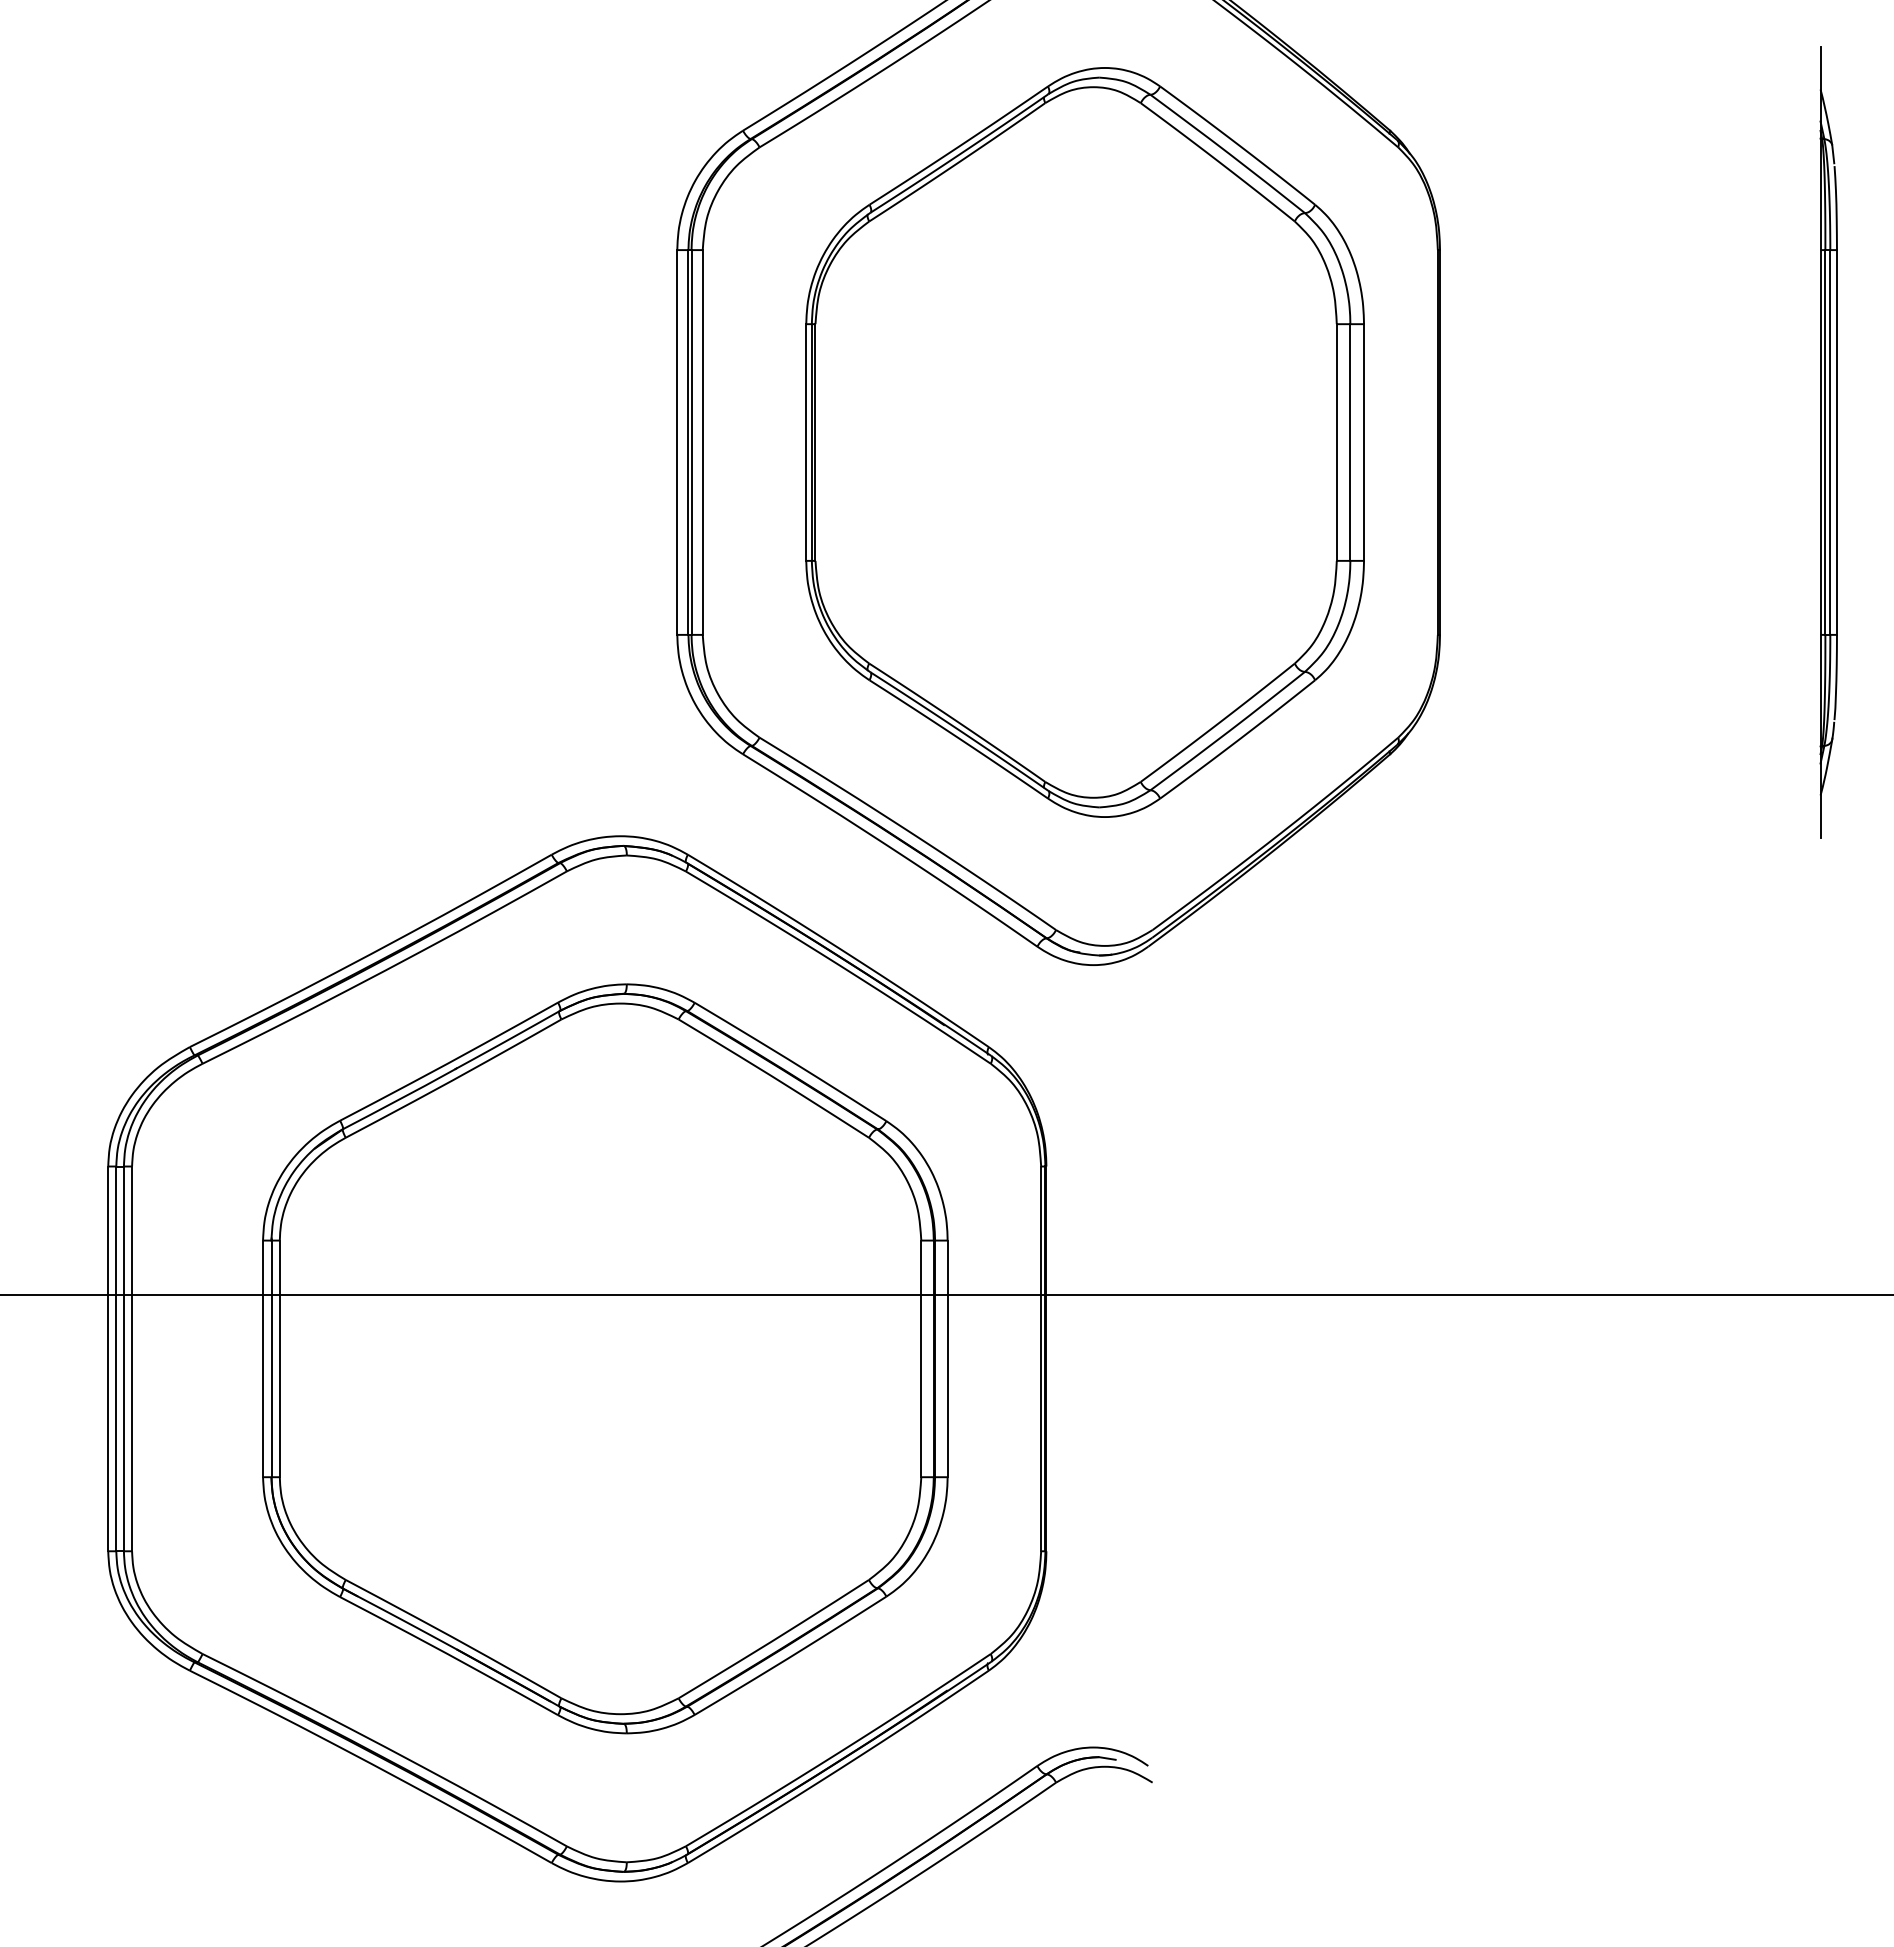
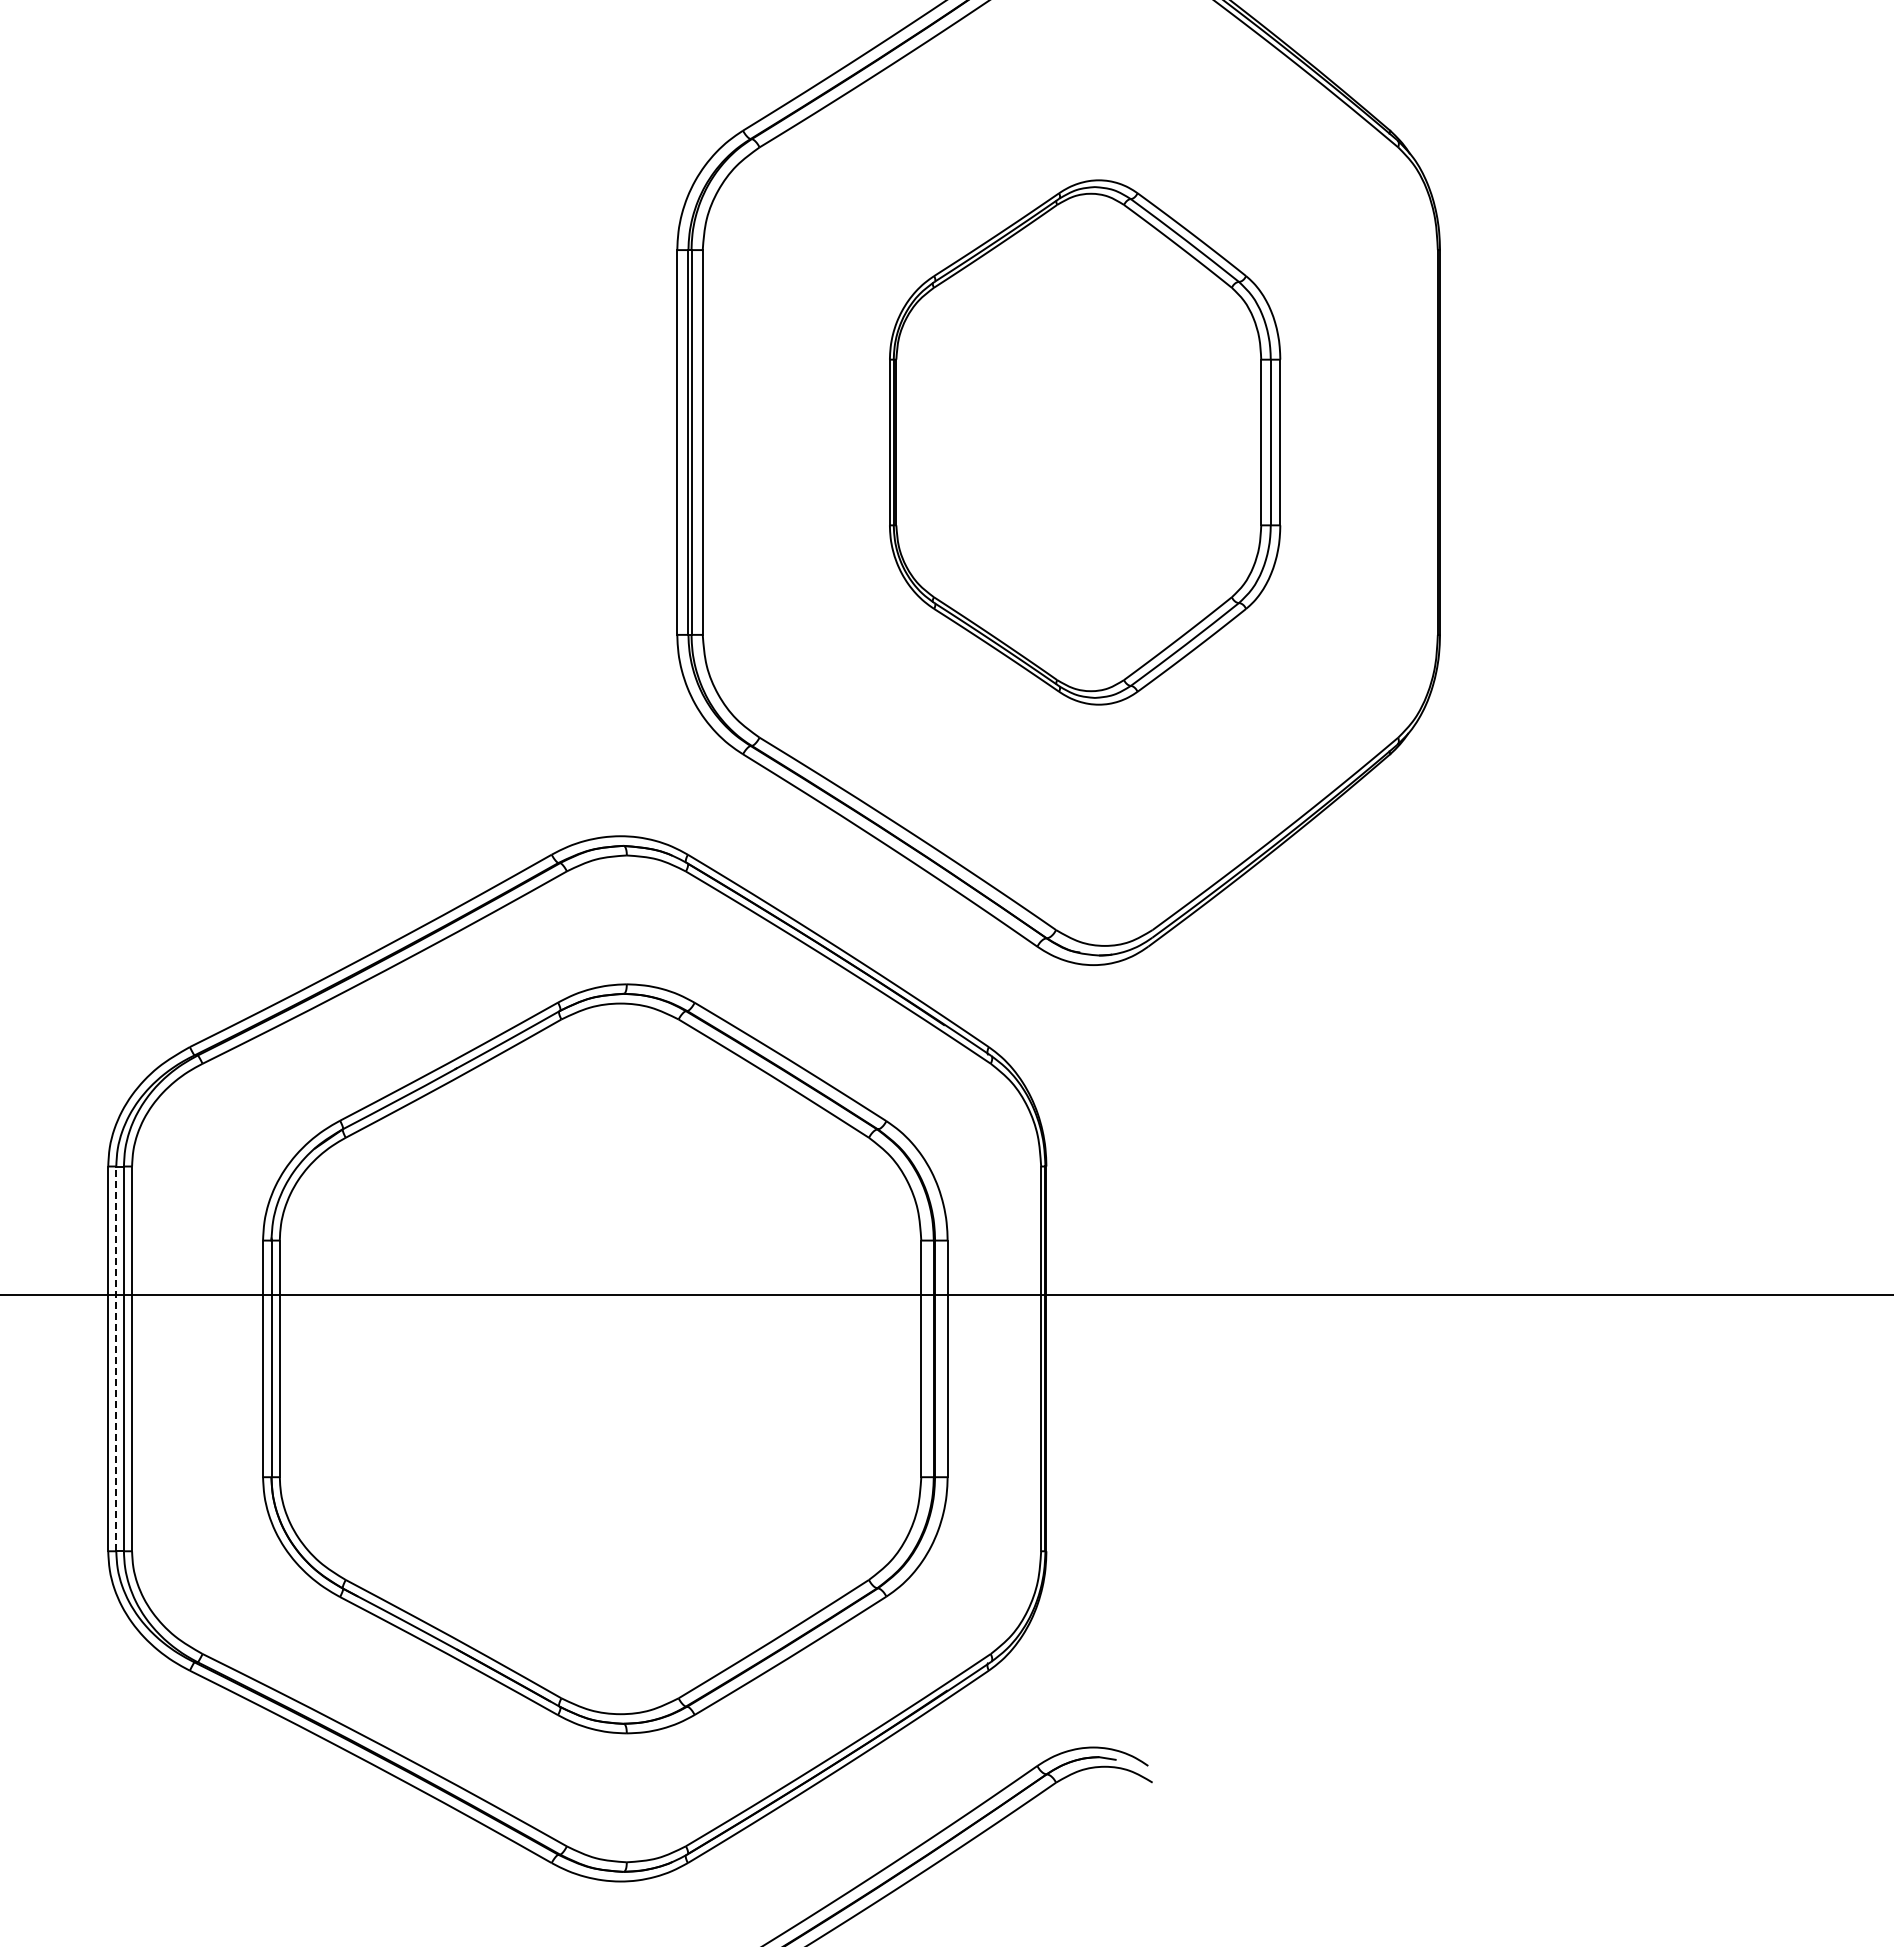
part at (1084, 442) size: 560x751 px -> 393x527 px
part at (1828, 442): present -> none
line at (116, 1358): solid -> dashed
